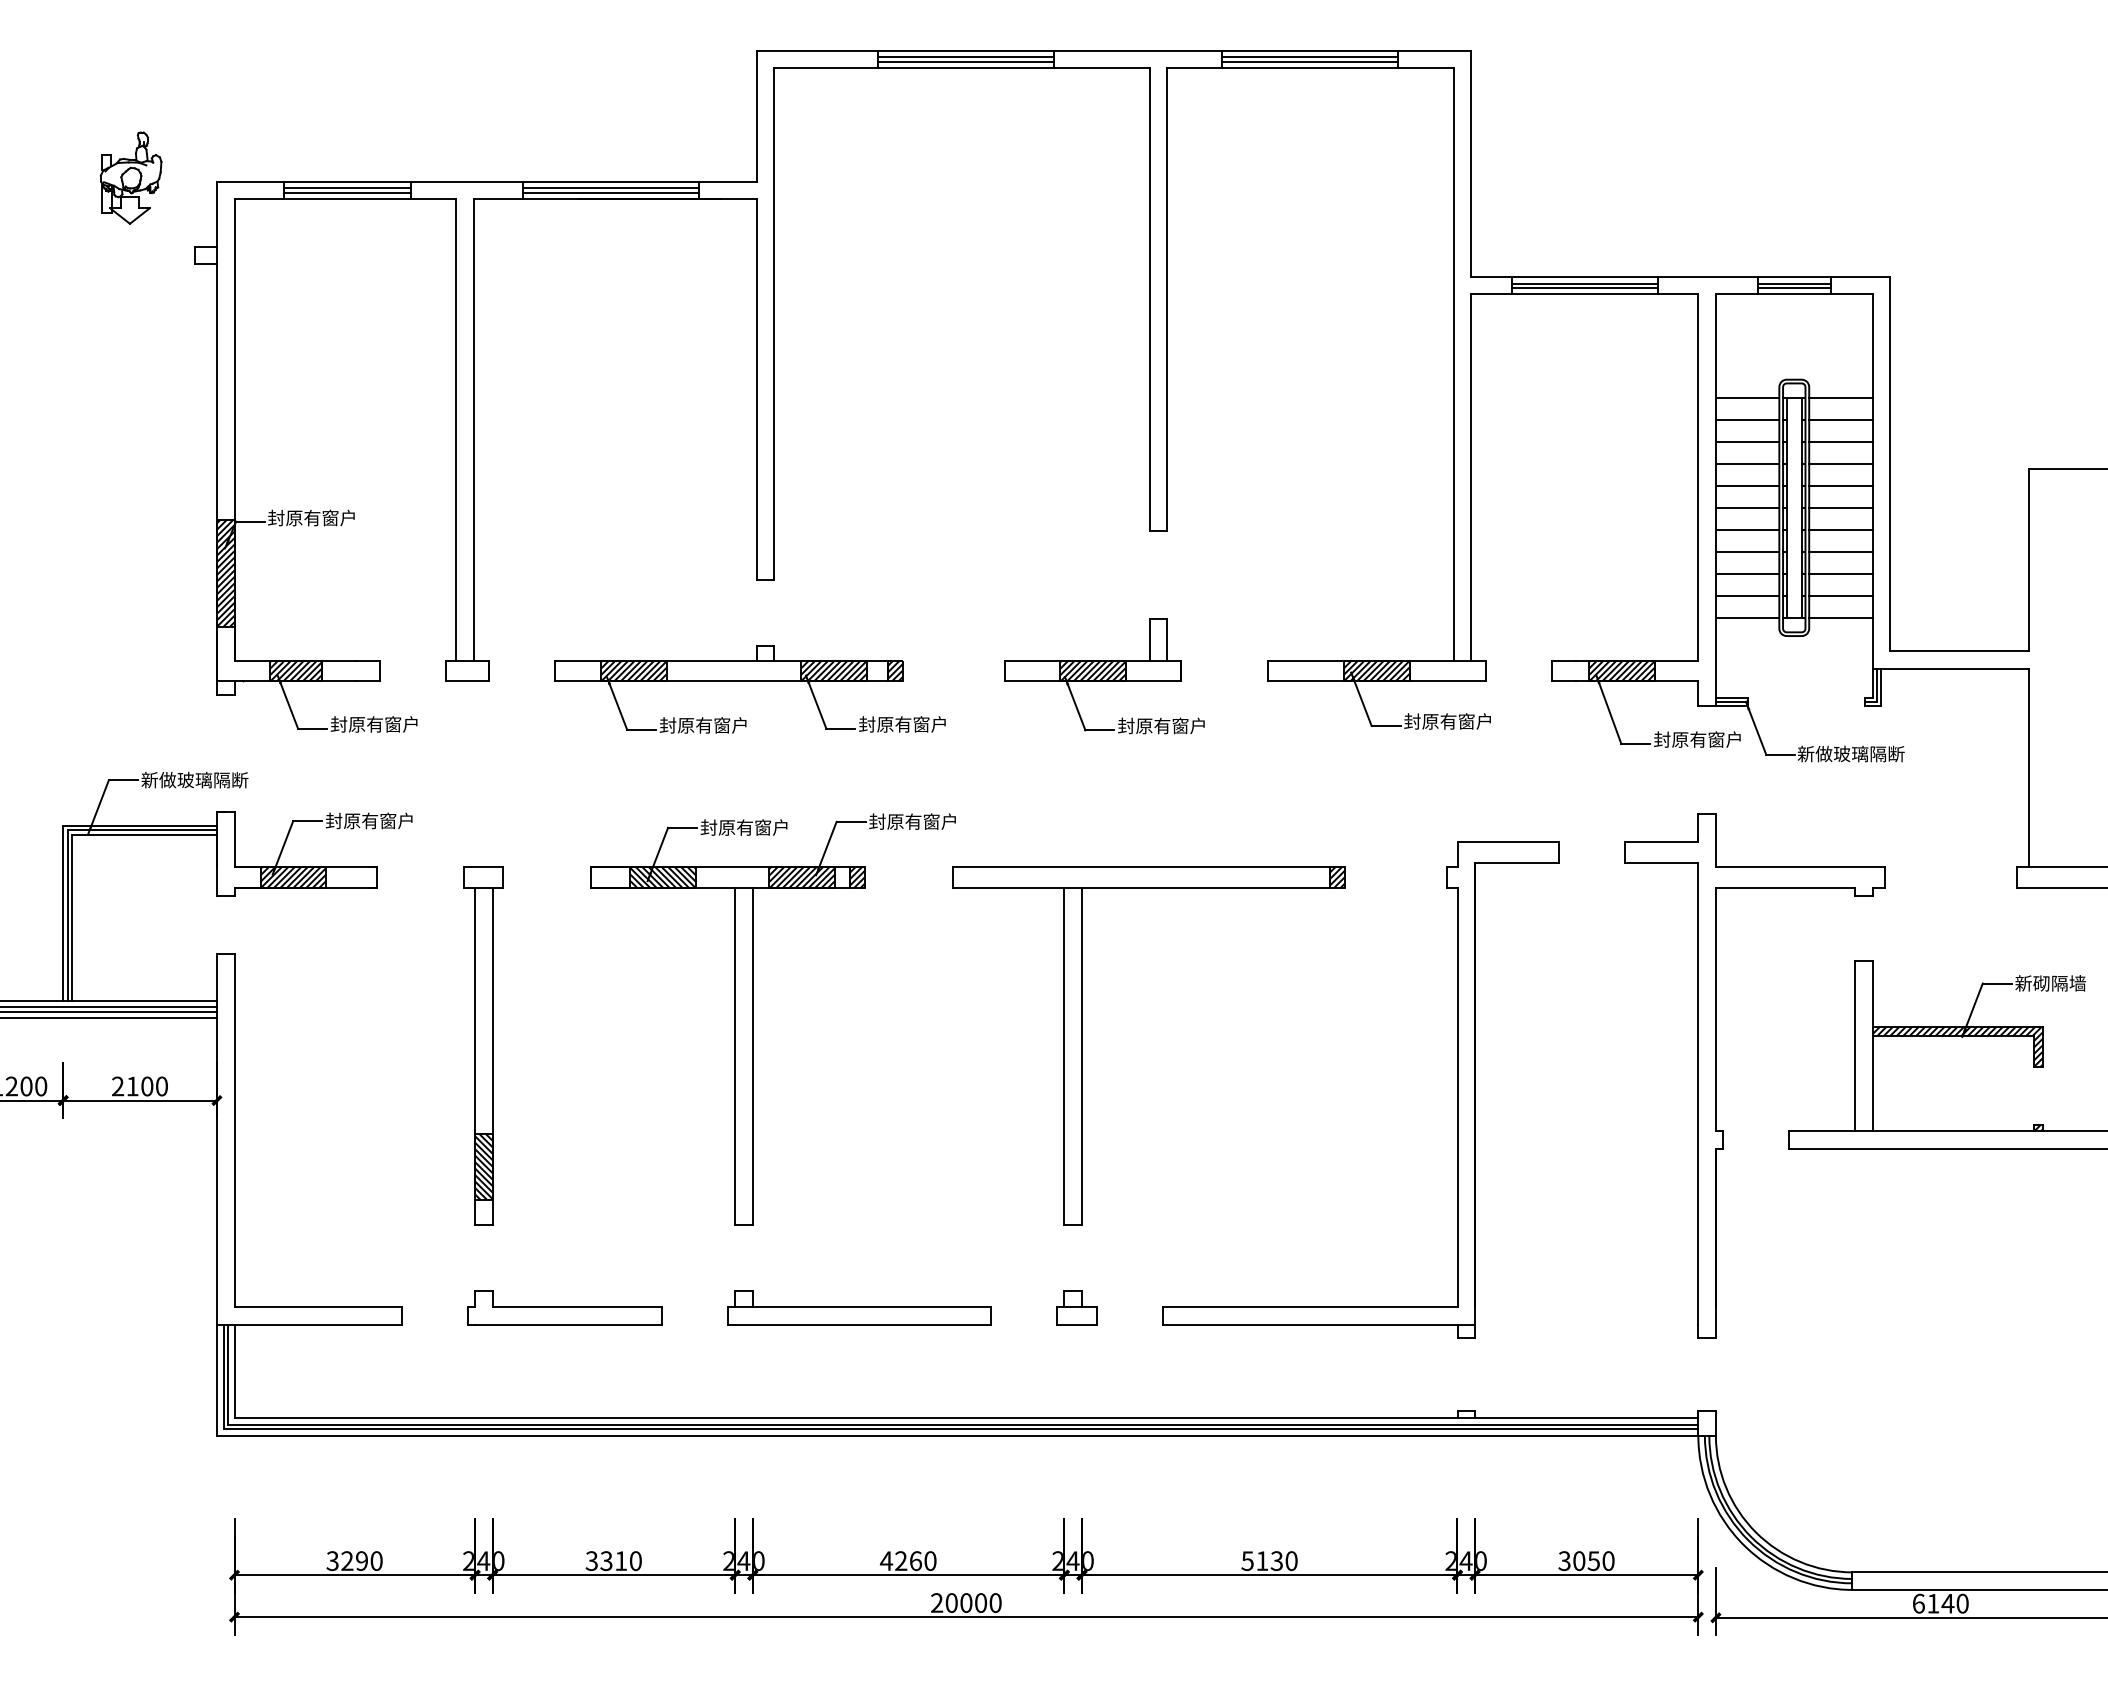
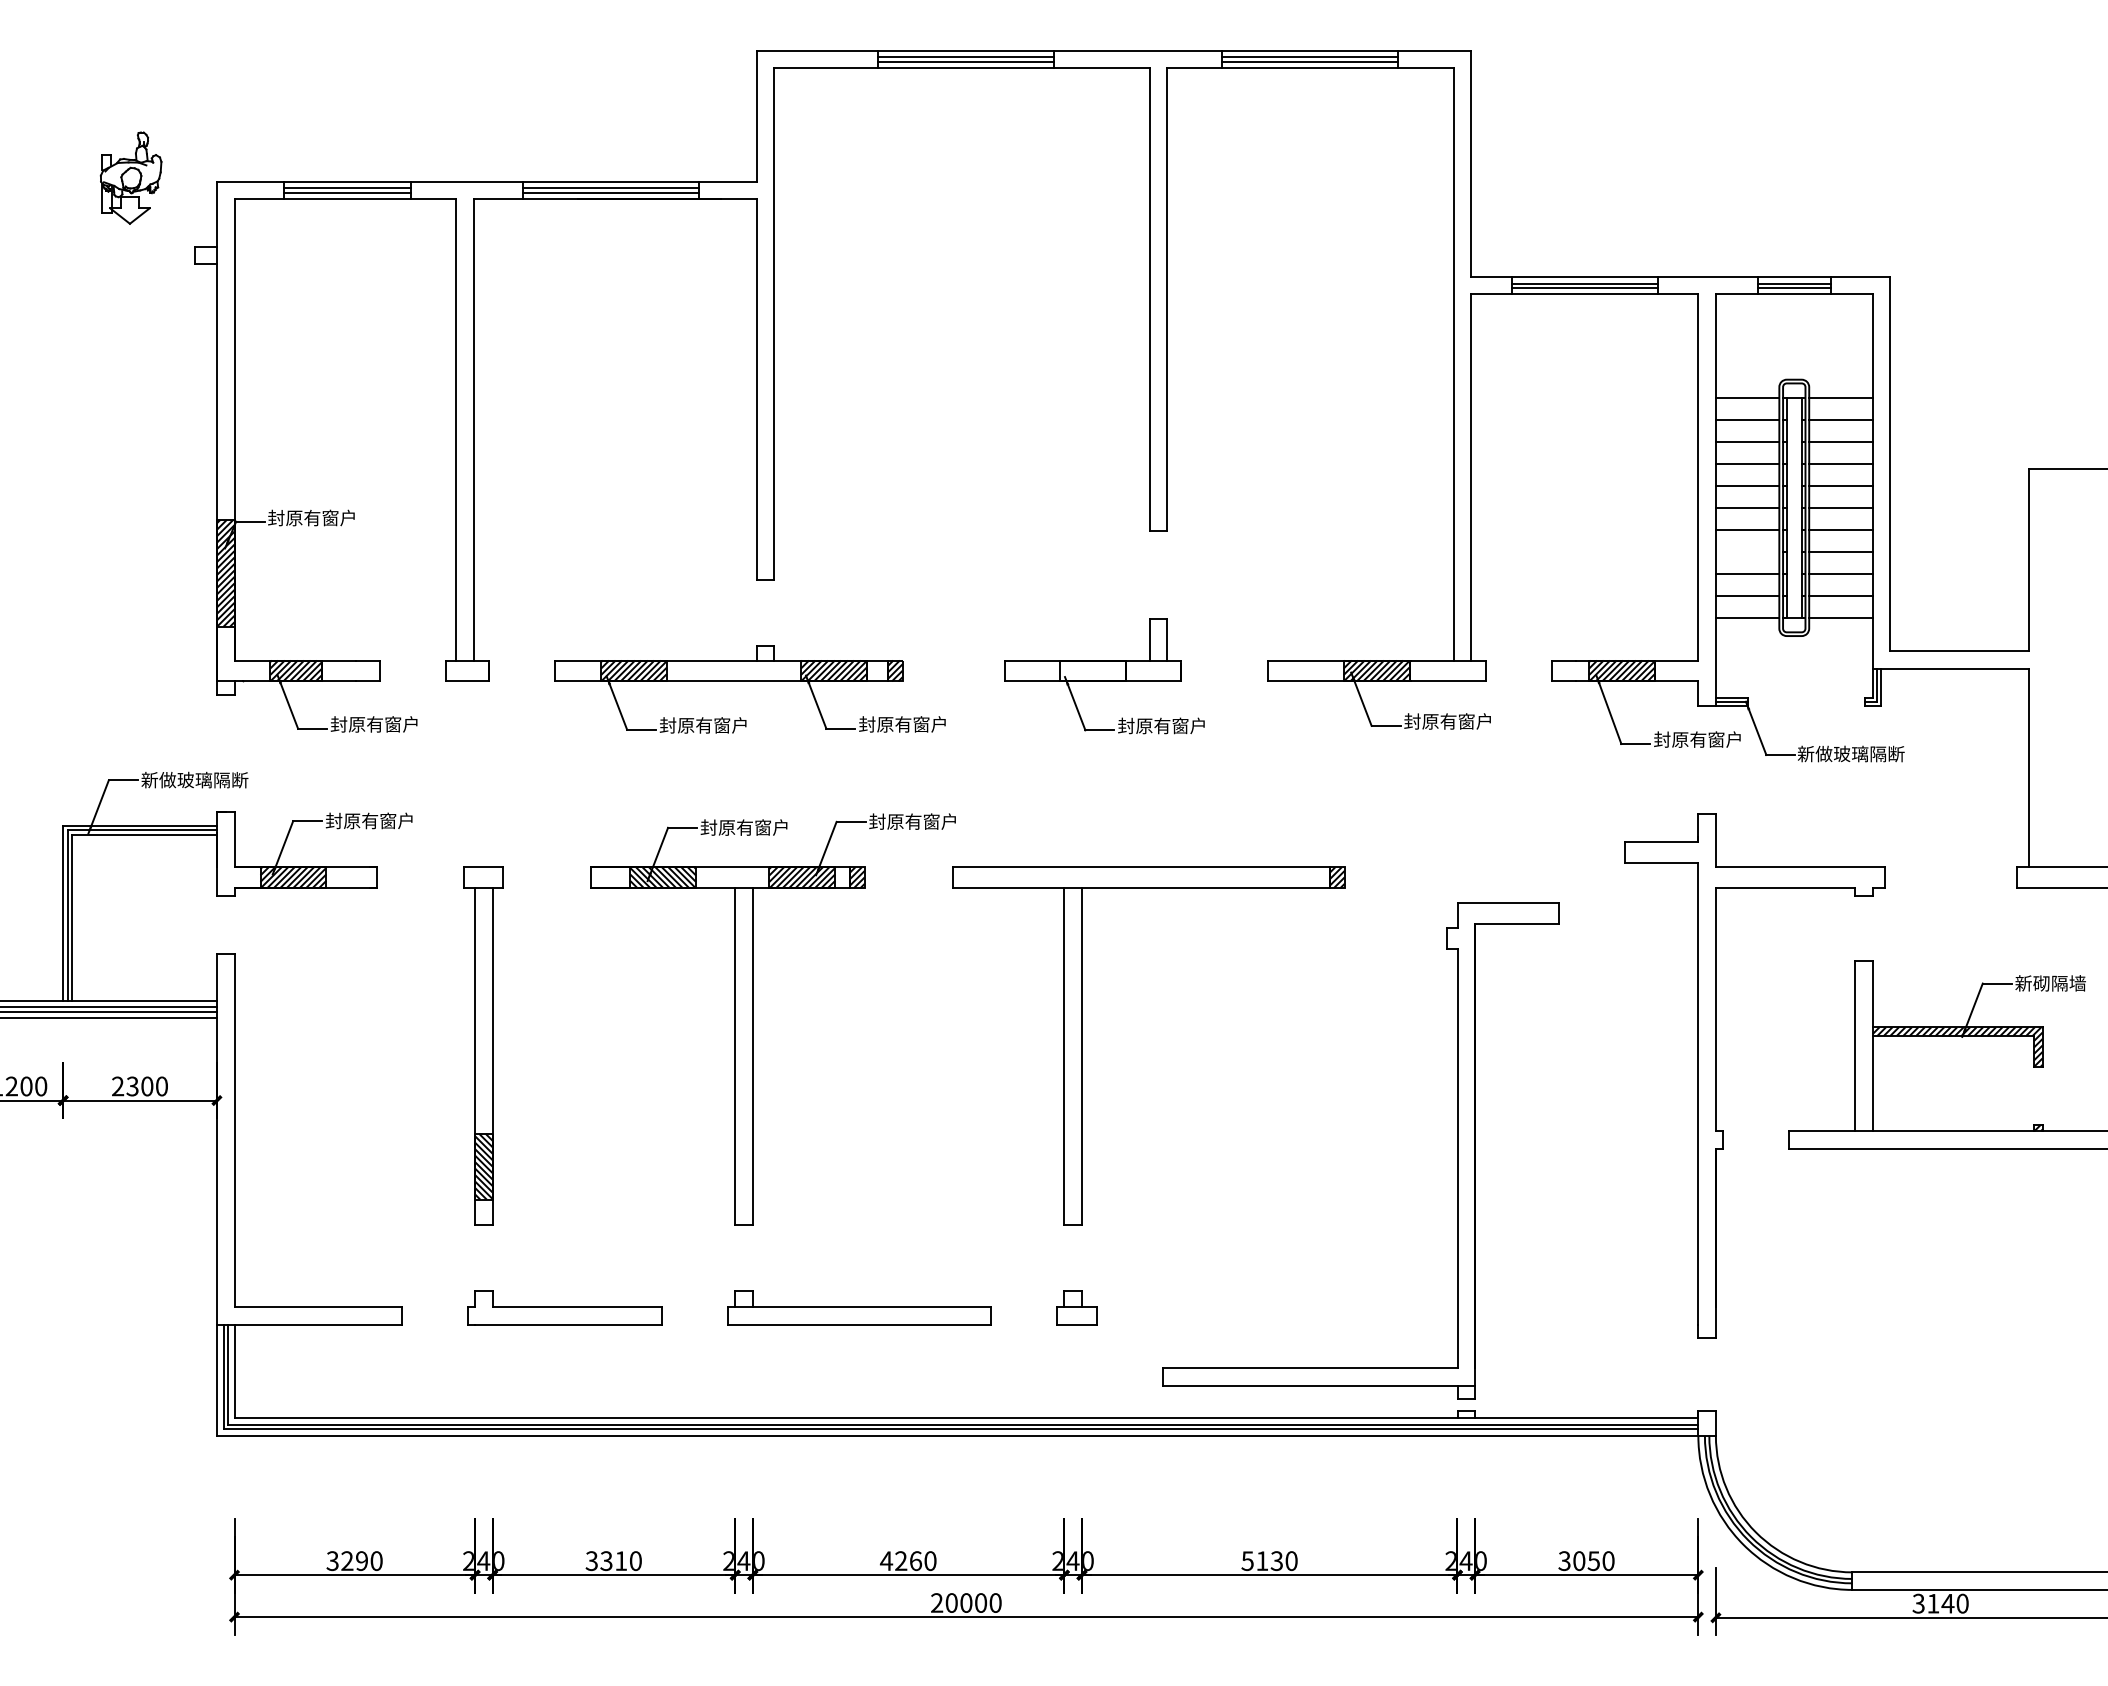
line at (1747, 551): present -> none
hatch at (1093, 670): present -> none
text at (132, 1086): 2100 -> 2300
part at (1457, 1089) position: (1457, 1089) -> (1457, 1150)
text at (1918, 1603): 6140 -> 3140
